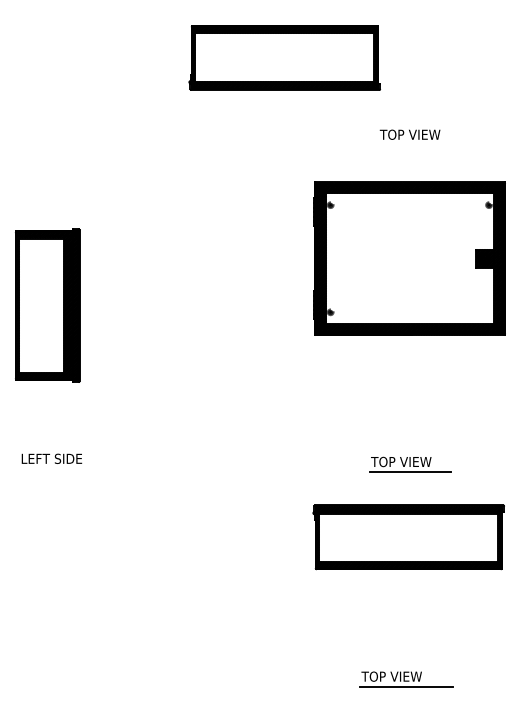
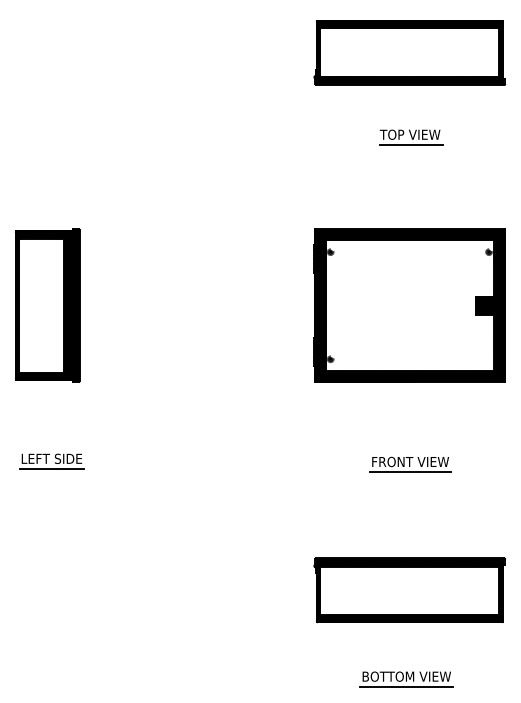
part at (284, 57) position: (284, 57) -> (409, 52)
line at (411, 144): none -> present
part at (409, 258) position: (409, 258) -> (409, 305)
text at (409, 461): TOP VIEW -> FRONT VIEW
line at (51, 468): none -> present
part at (408, 537) position: (408, 537) -> (409, 590)
text at (405, 676): TOP VIEW -> BOTTOM VIEW
